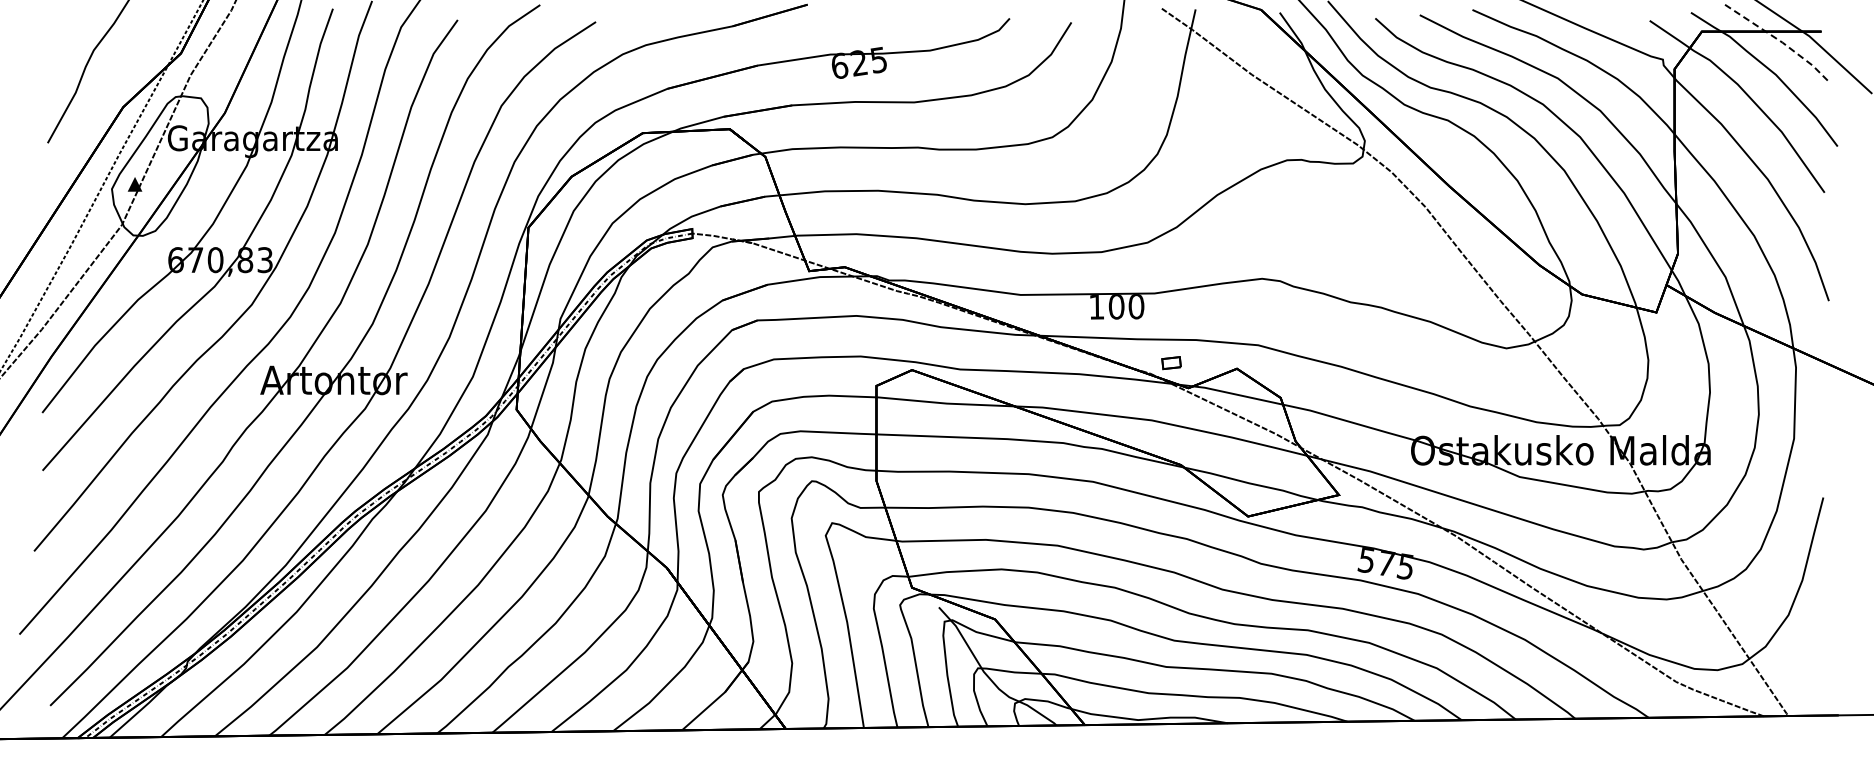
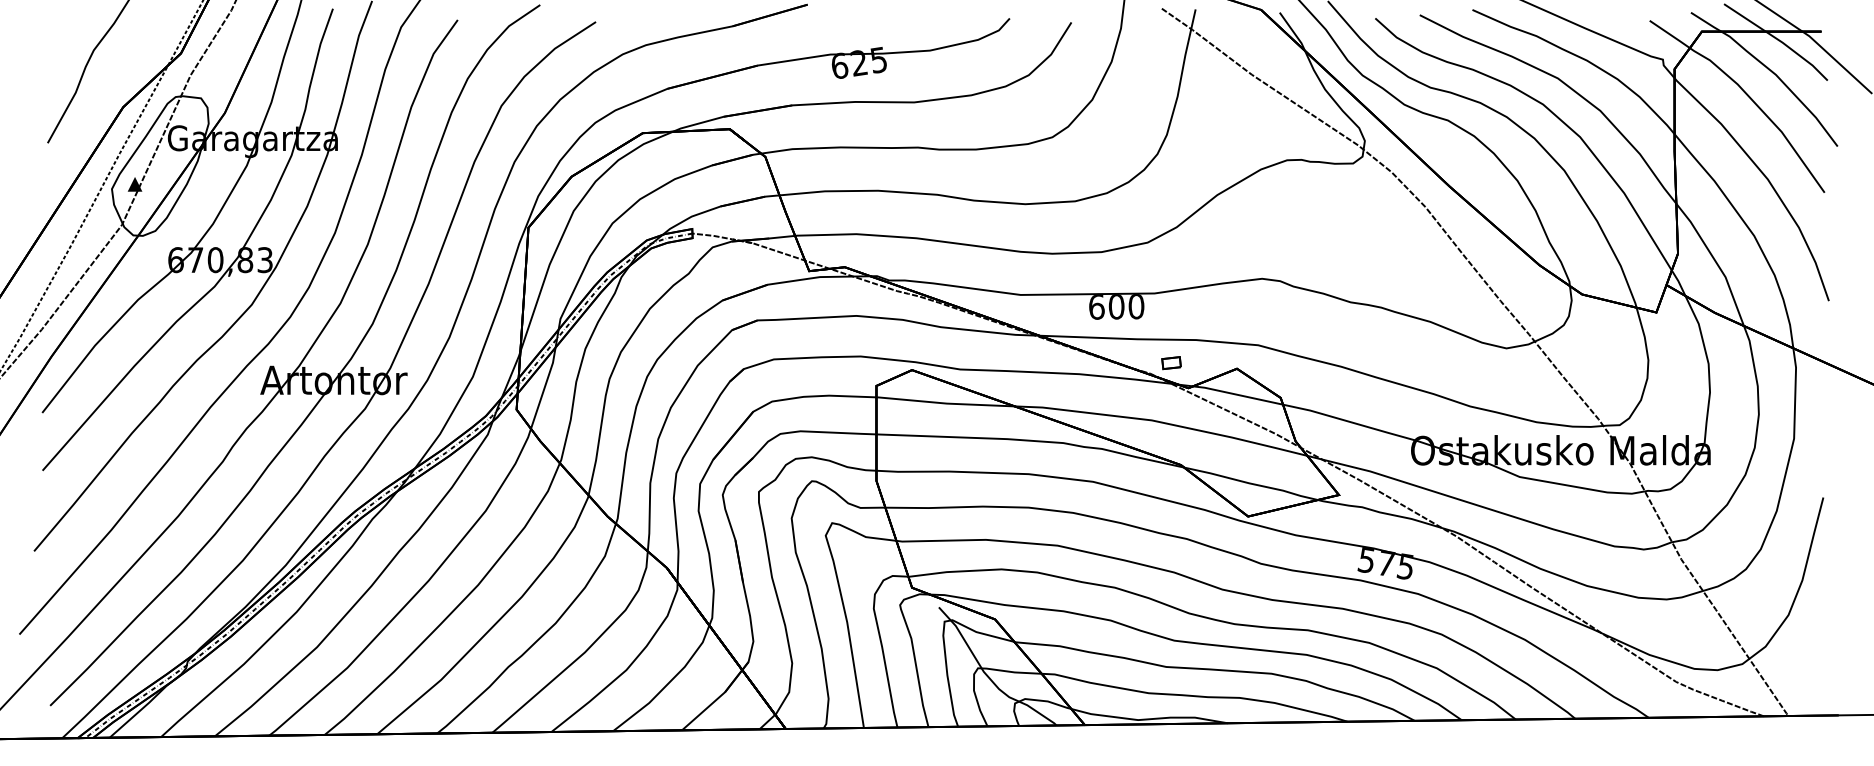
line at (1778, 40): dashed -> solid
text at (1096, 307): 100 -> 600
